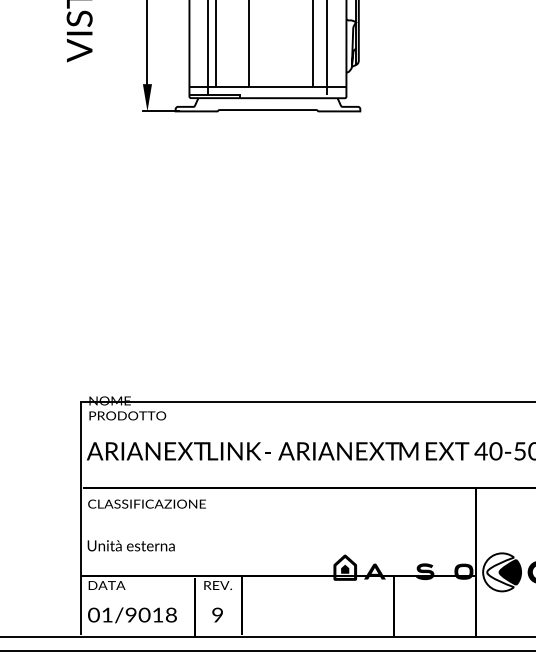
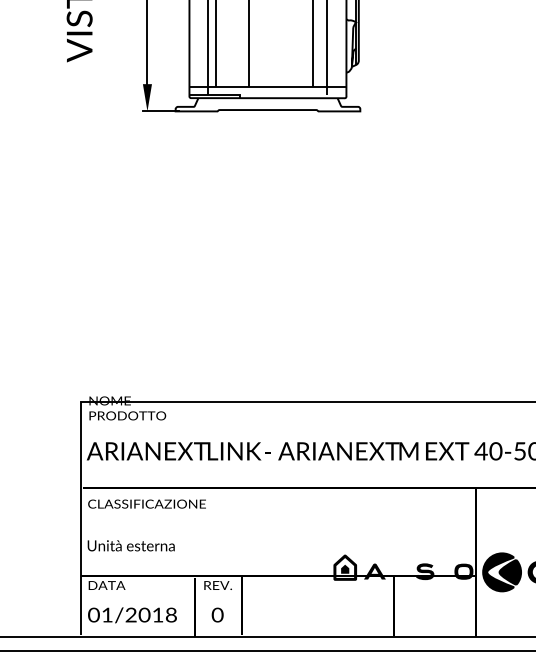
fill at (498, 572): none -> present
text at (130, 615): 01/9018 -> 01/2018
text at (217, 615): 9 -> 0
